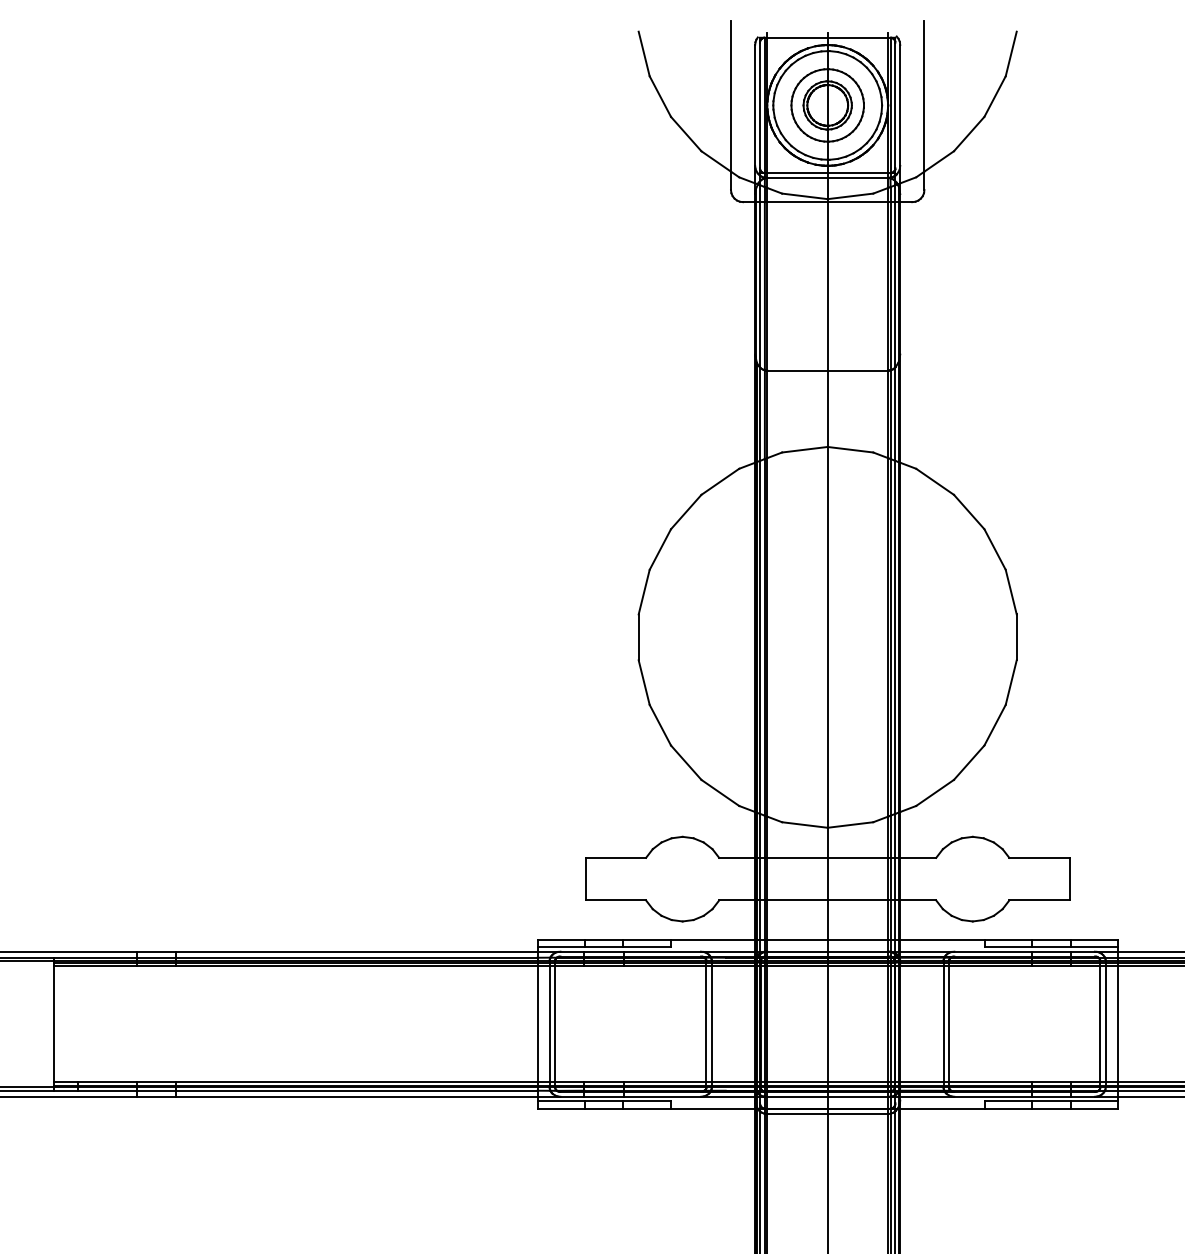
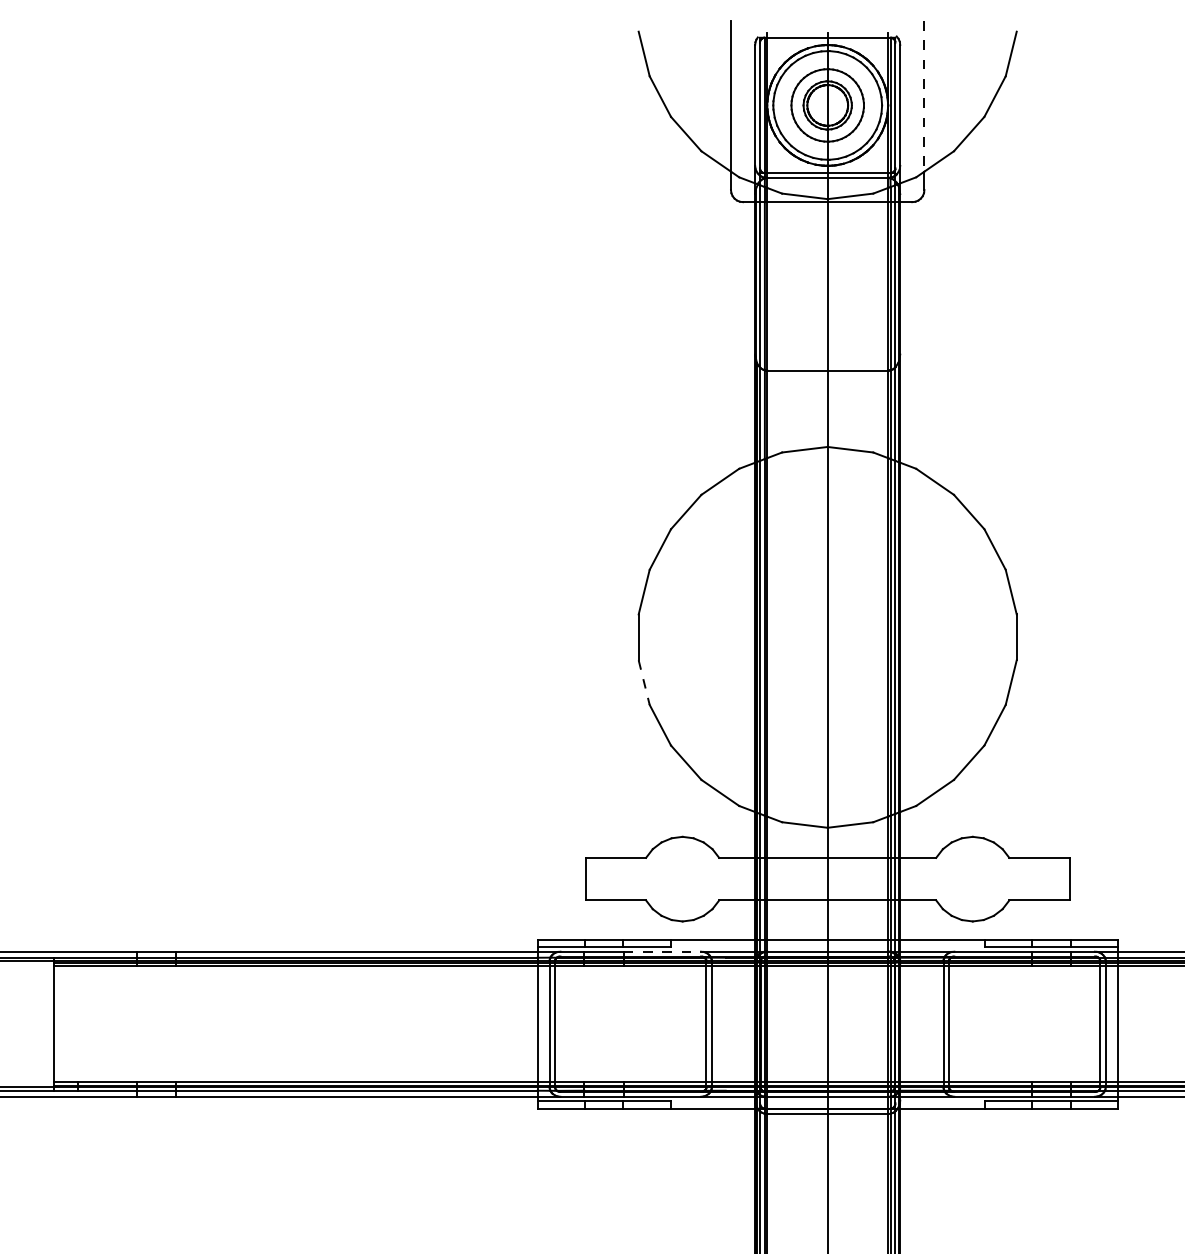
line at (924, 96): solid -> dashed
line at (644, 682): solid -> dashed
line at (662, 951): solid -> dashed
